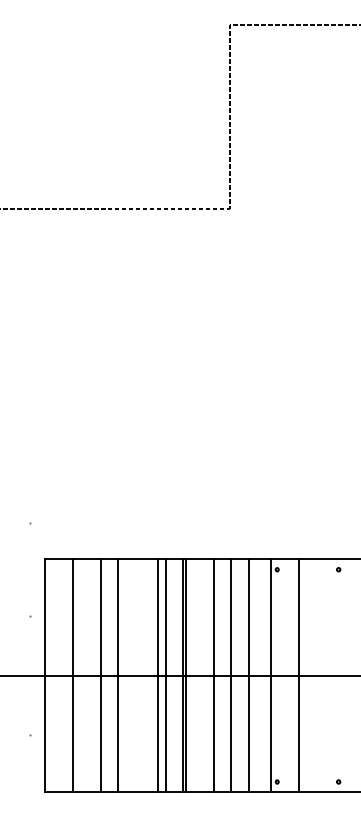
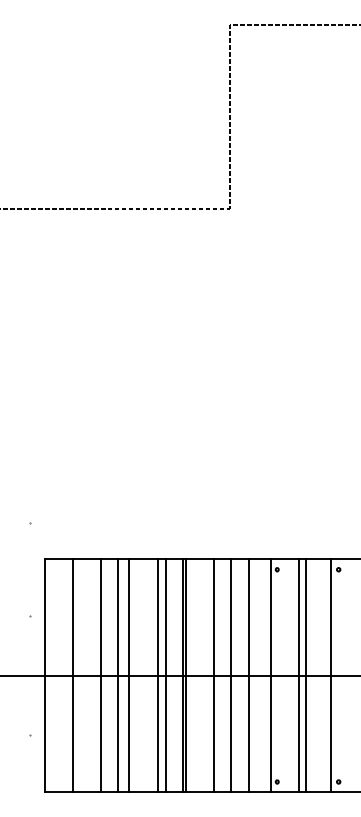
line at (129, 675): none -> present
line at (305, 675): none -> present
line at (330, 675): none -> present
